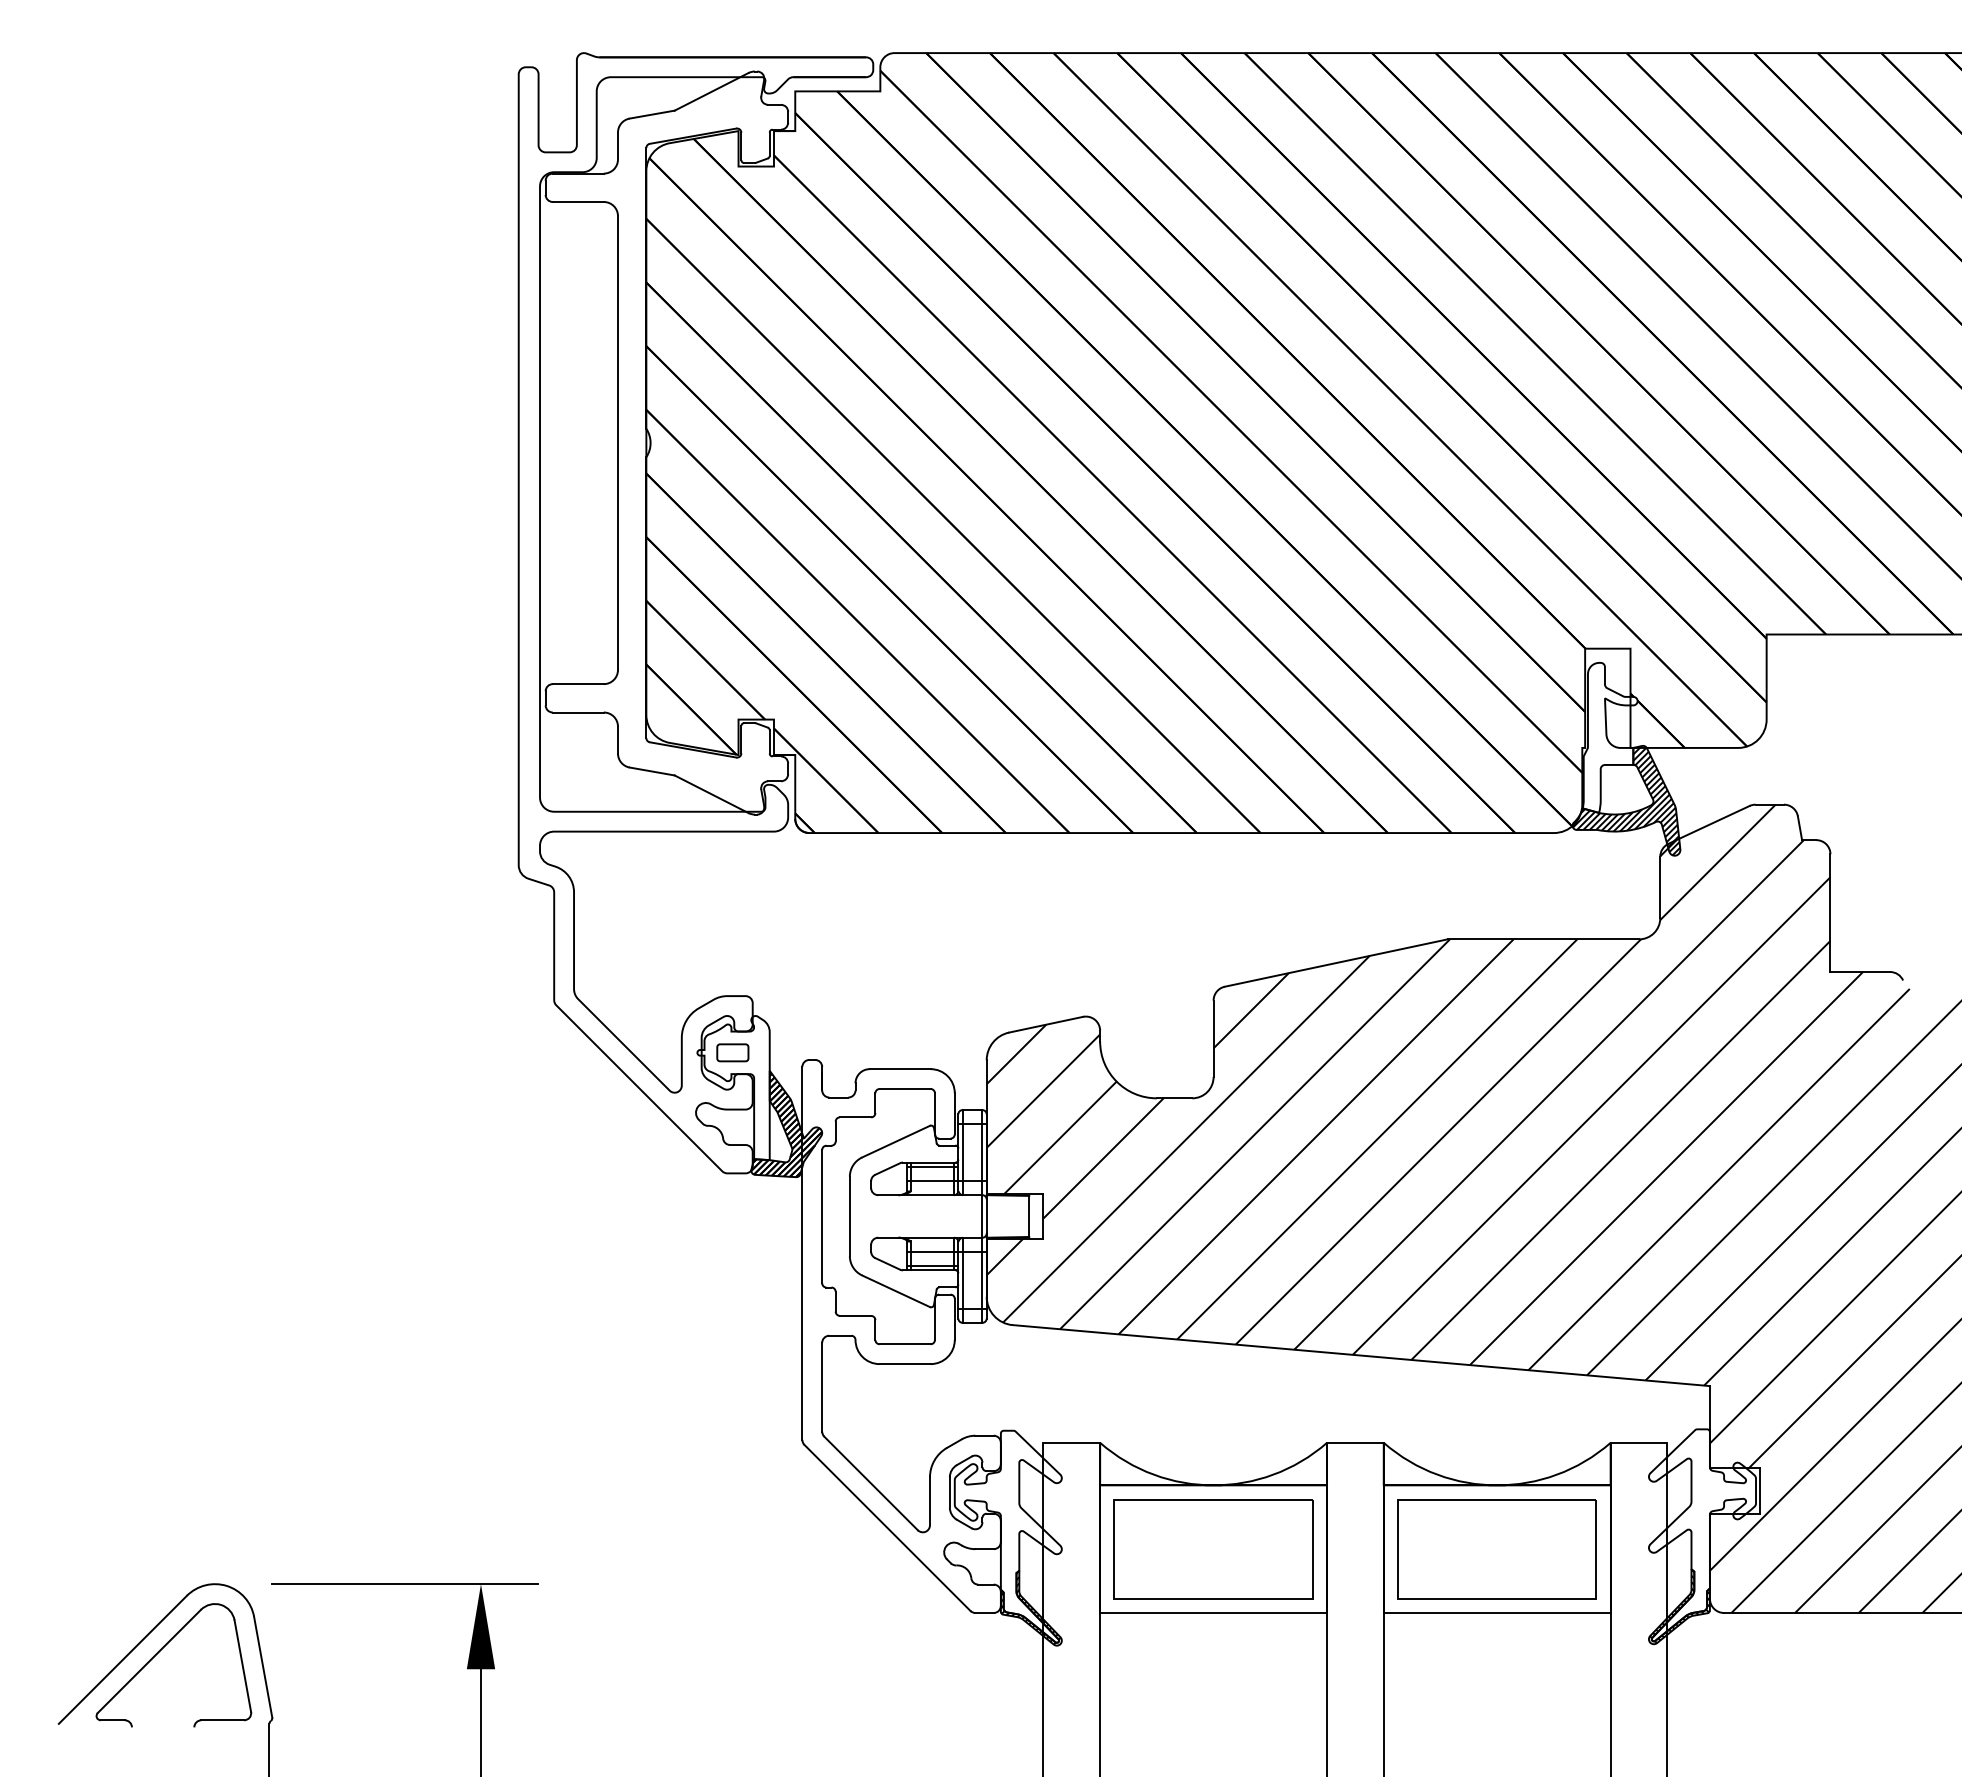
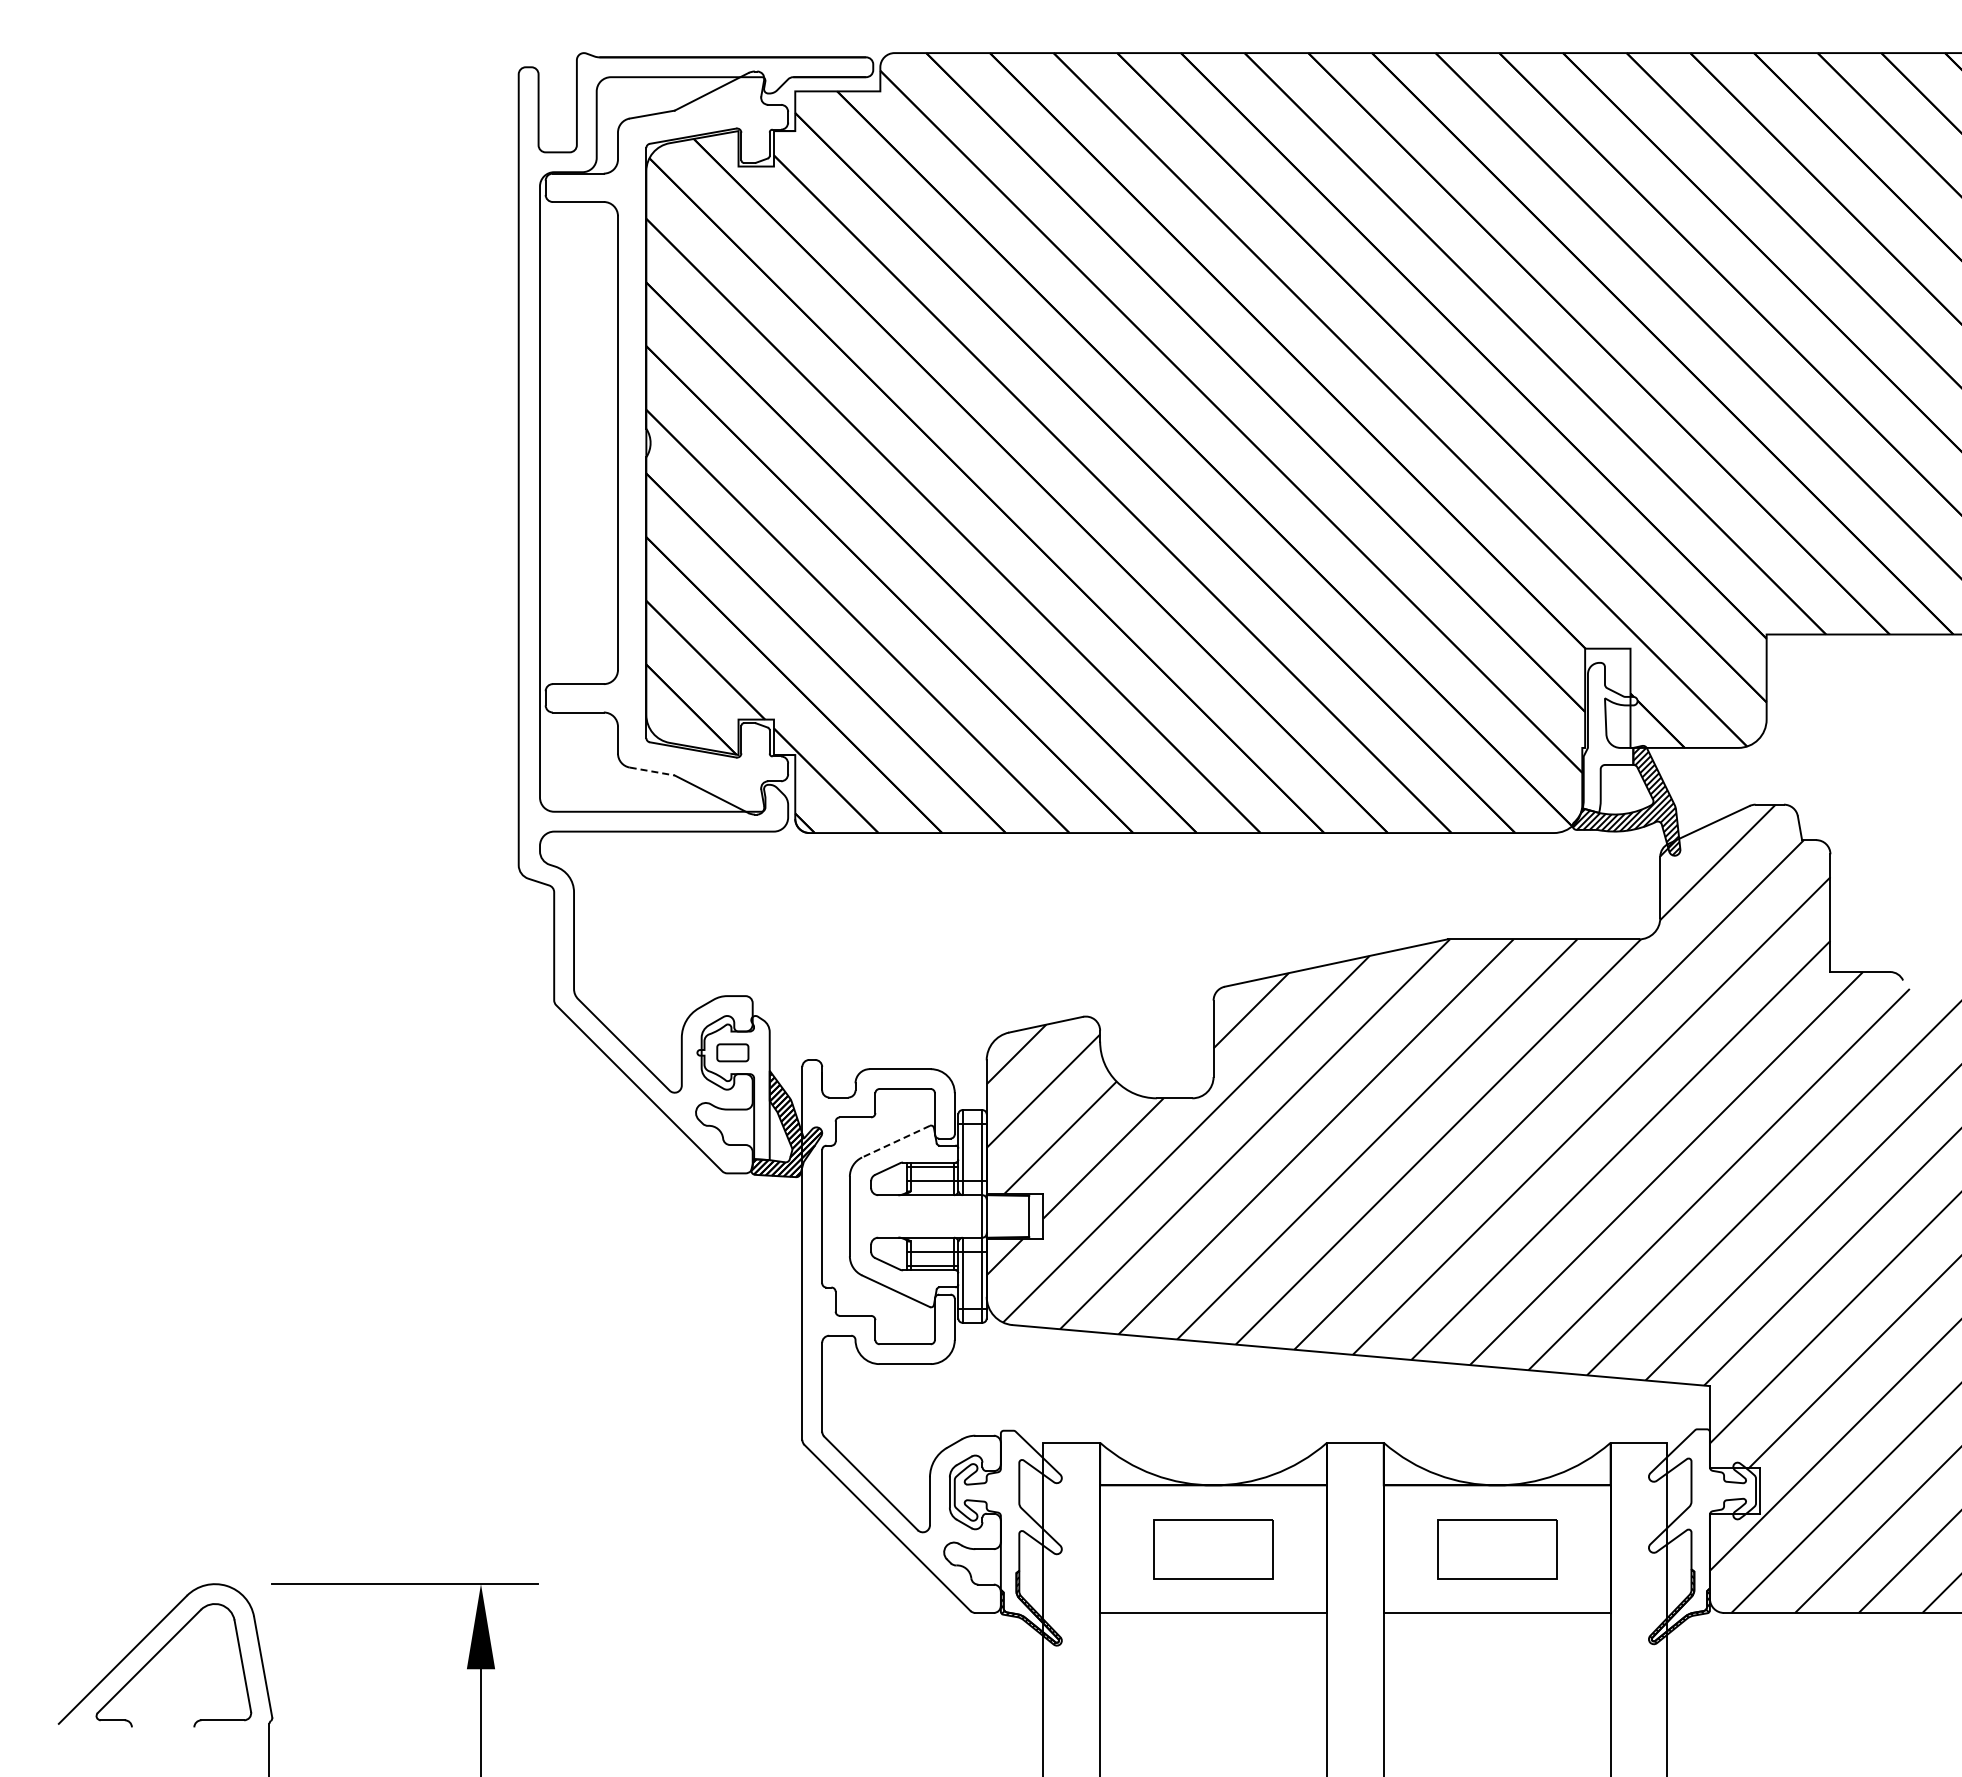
line at (652, 771): solid -> dashed
line at (895, 1141): solid -> dashed
part at (1213, 1549) size: 201x101 px -> 121x61 px
part at (1496, 1549) size: 200x101 px -> 121x61 px
